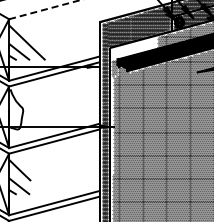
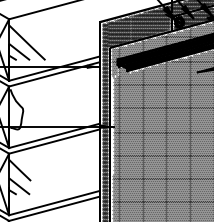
line at (44, 9): dashed -> solid
hatch at (133, 47): none -> present
